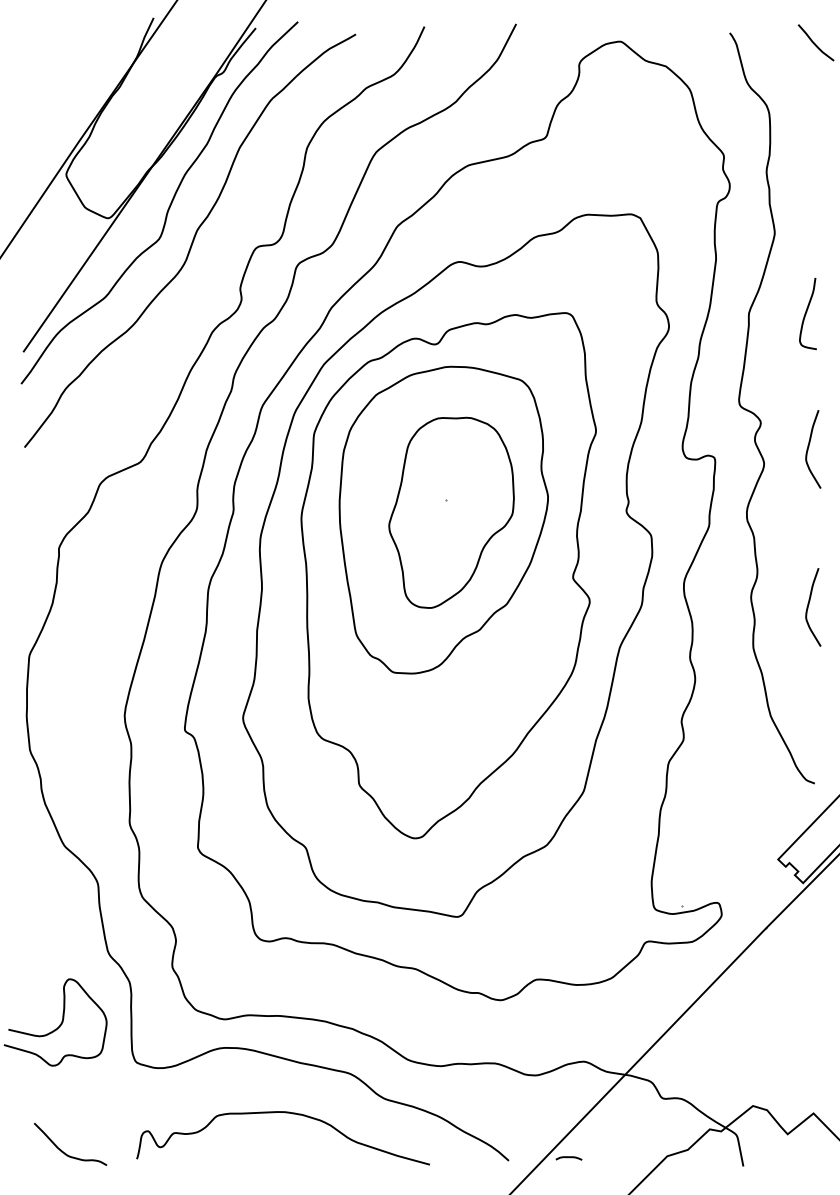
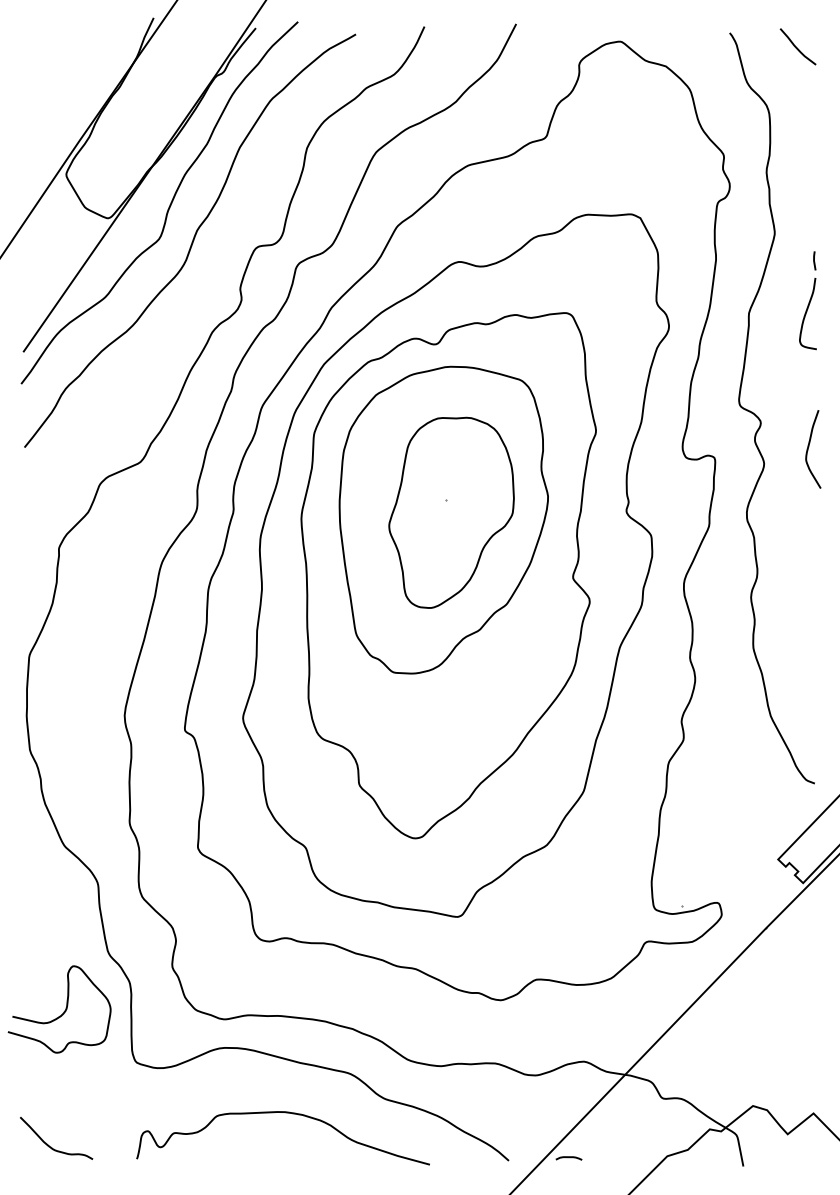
curve at (814, 42) position: (814, 42) -> (796, 46)
line at (814, 260): none -> present
curve at (809, 605): present -> none
curve at (59, 1024) position: (59, 1024) -> (63, 1011)
curve at (65, 1152) position: (65, 1152) -> (51, 1146)
